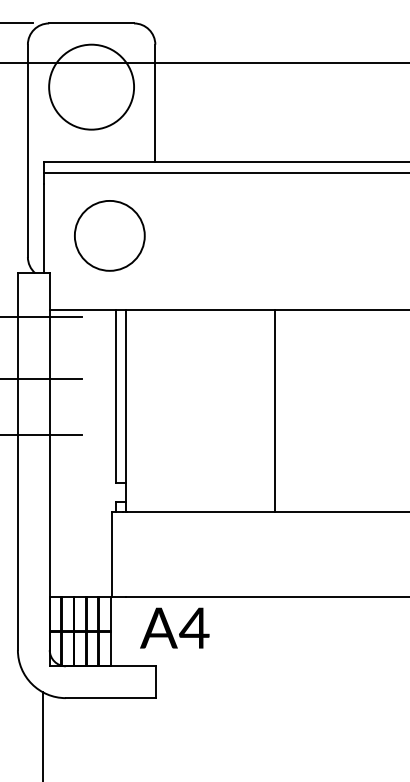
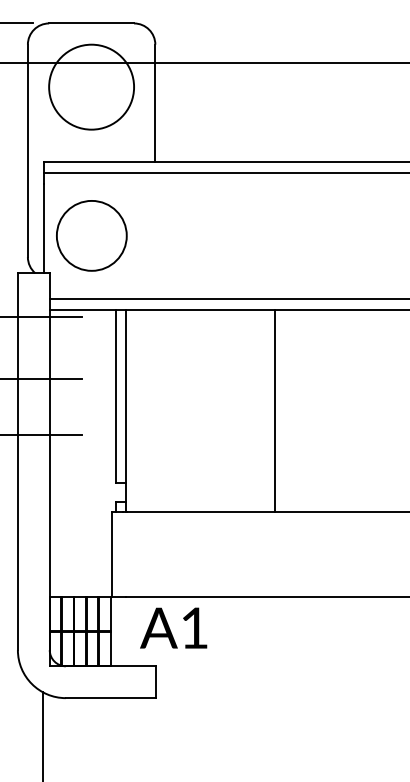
circle at (109, 235) position: (109, 235) -> (91, 235)
line at (227, 298): none -> present
text at (194, 627): A4 -> A1
